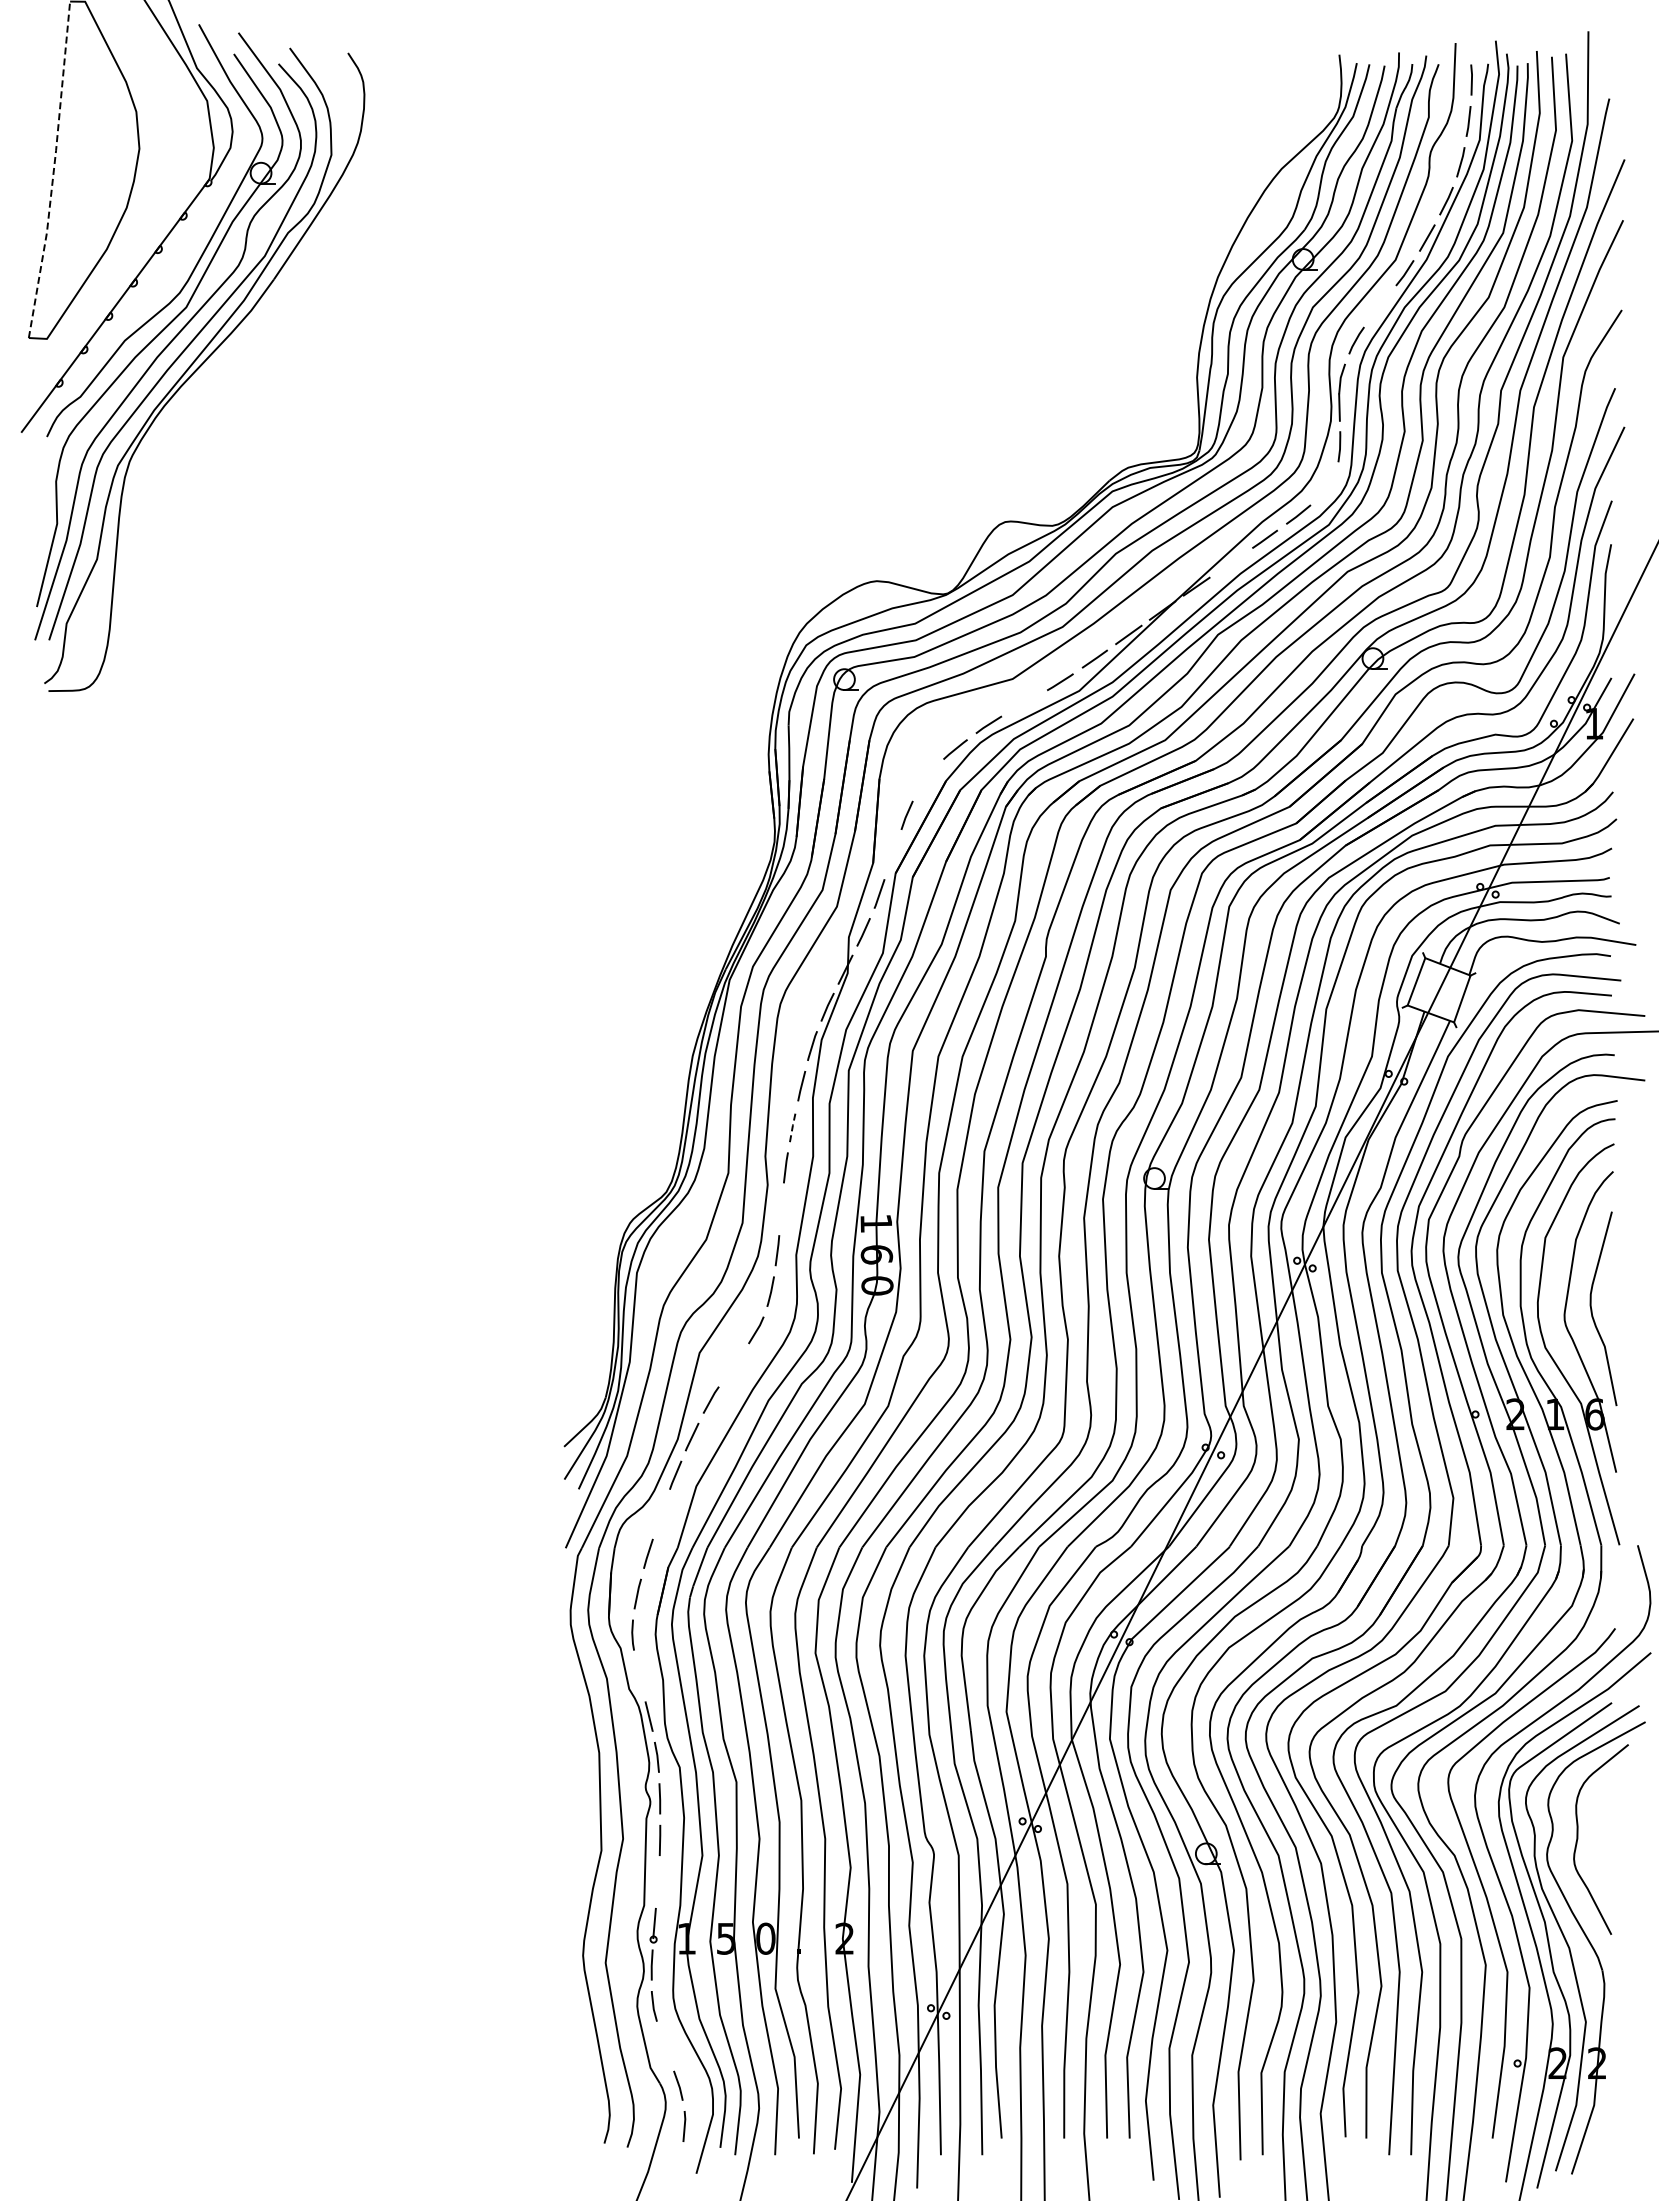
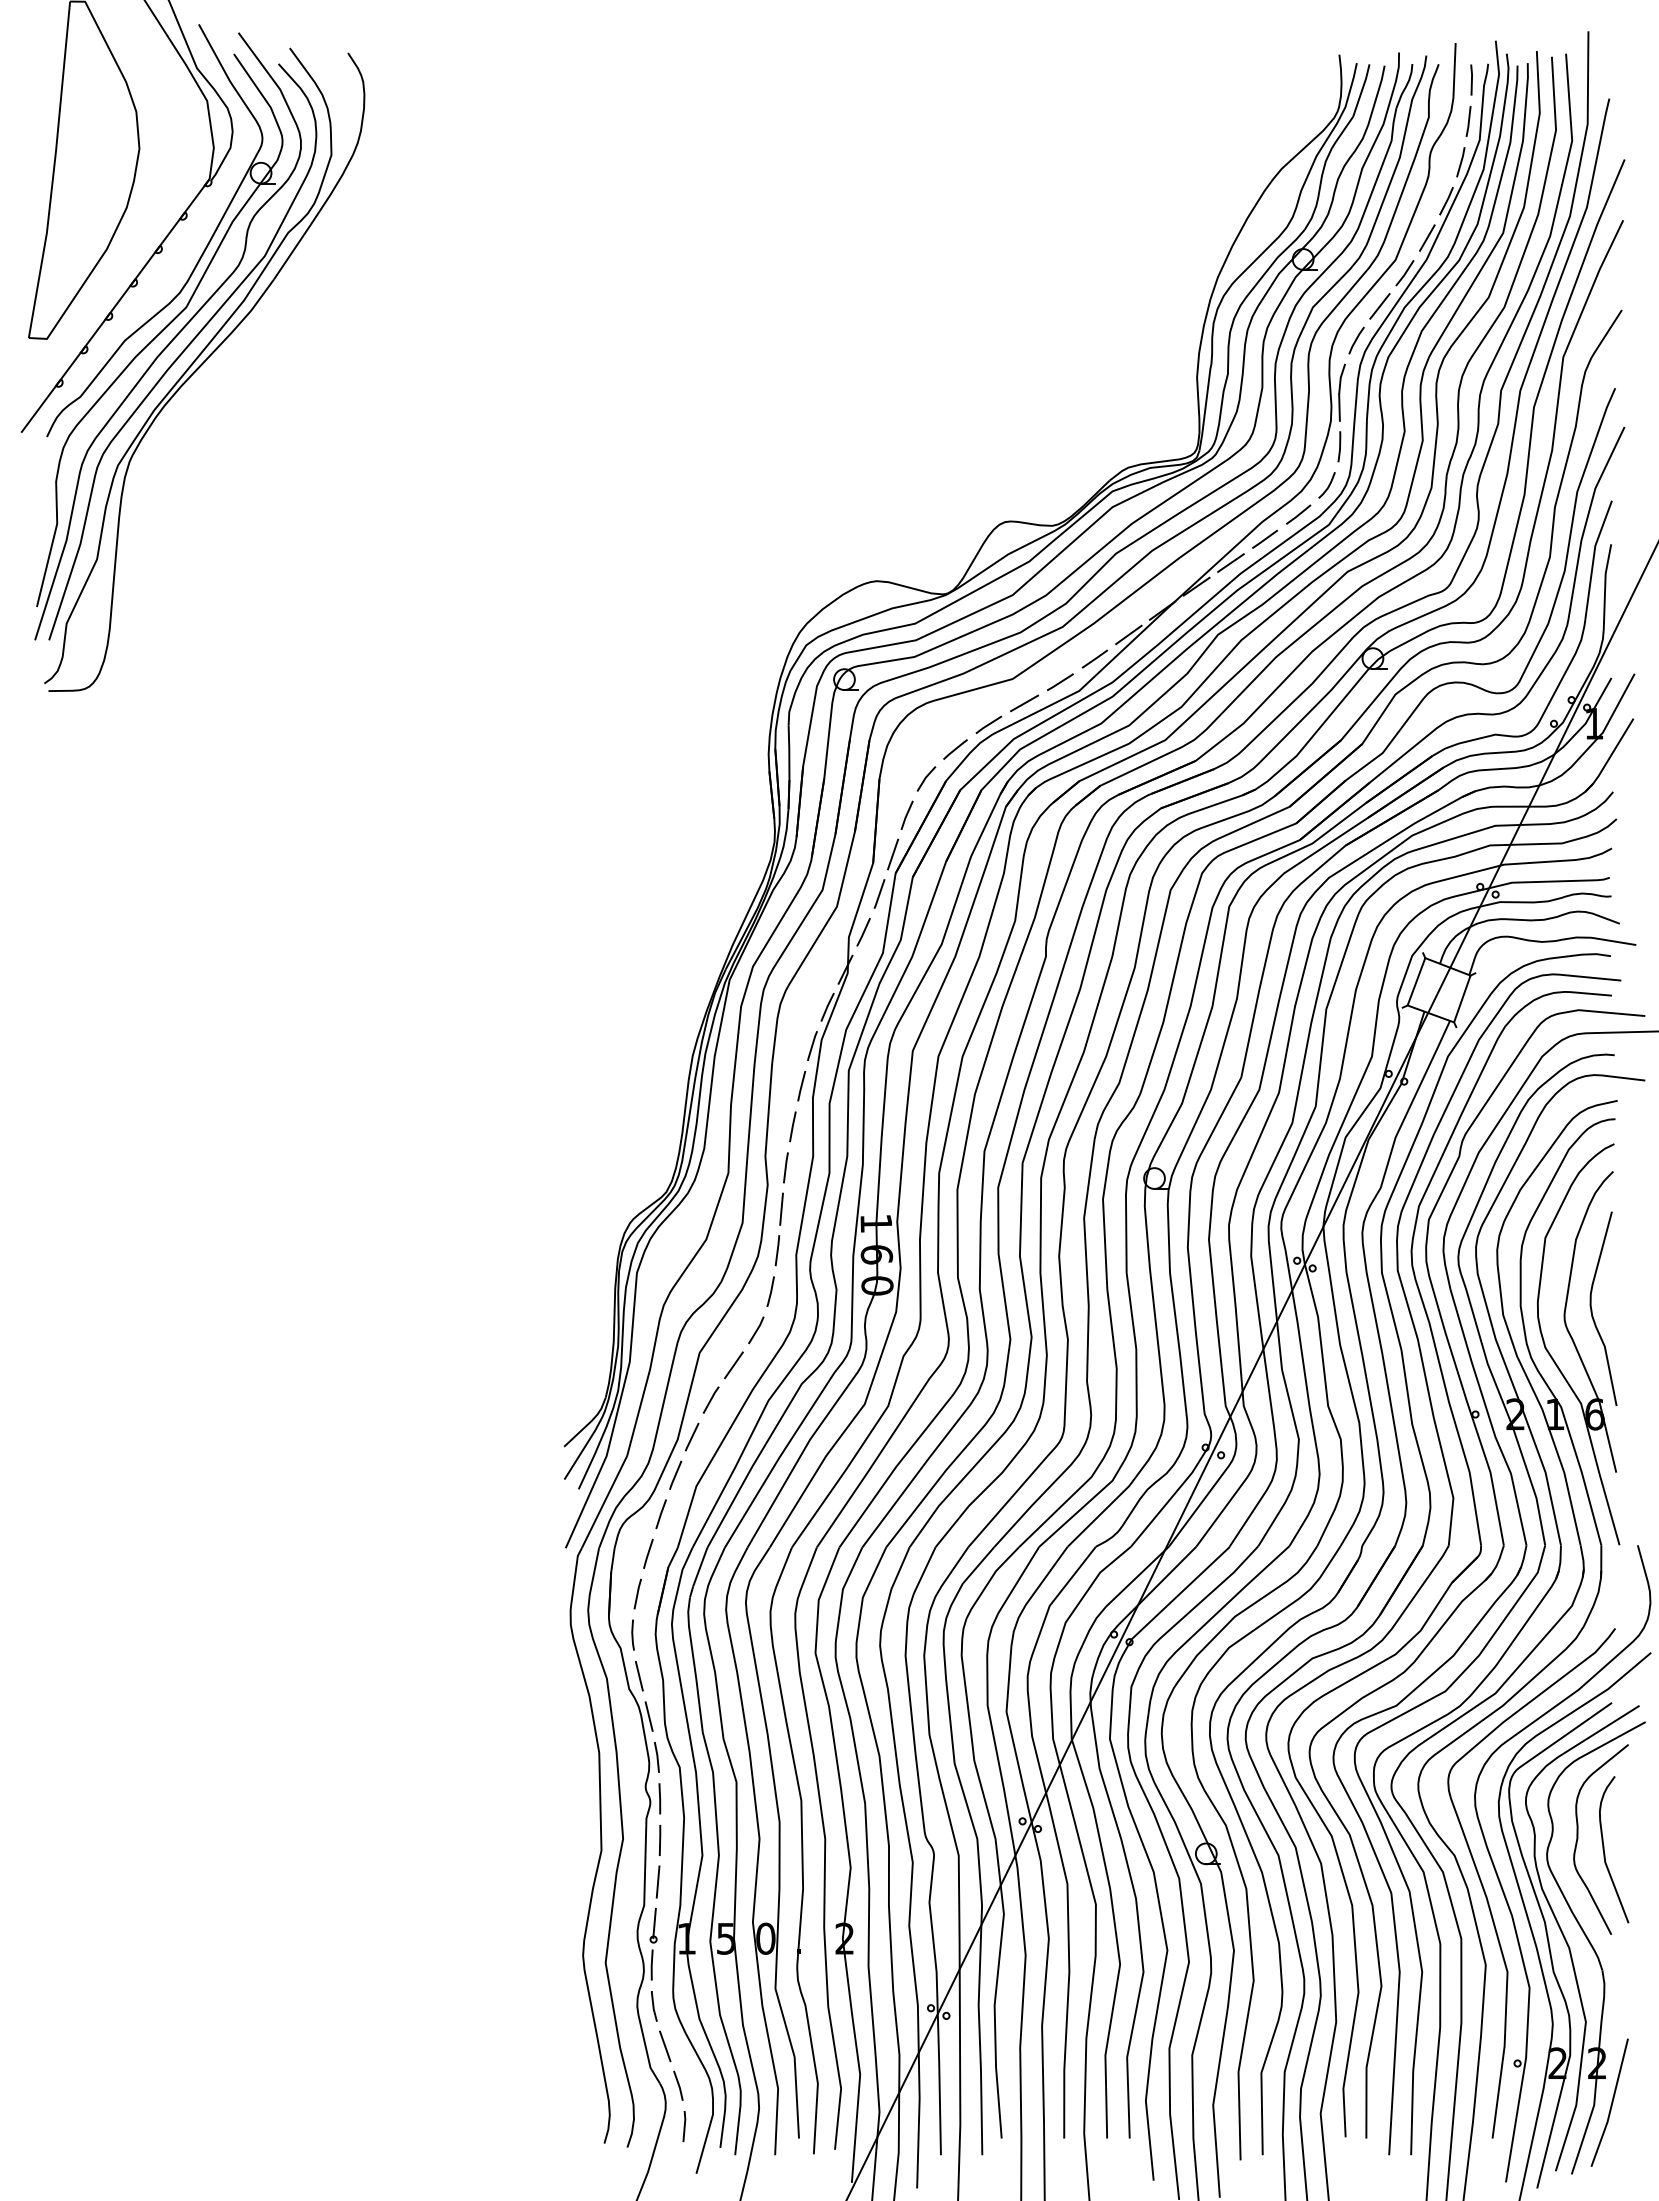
line at (53, 170): dashed -> solid
line at (1379, 306): none -> present
line at (1327, 486): none -> present
line at (1230, 562): none -> present
line at (1024, 703): none -> present
line at (926, 778): none -> present
line at (893, 854): none -> present
line at (792, 1126): dashed -> solid
line at (781, 1208): none -> present
line at (733, 1365): none -> present
line at (660, 1514): none -> present
line at (639, 1676): none -> present
curve at (1605, 1853): none -> present
line at (657, 1881): none -> present
line at (665, 2046): none -> present
line at (1611, 2102): none -> present
